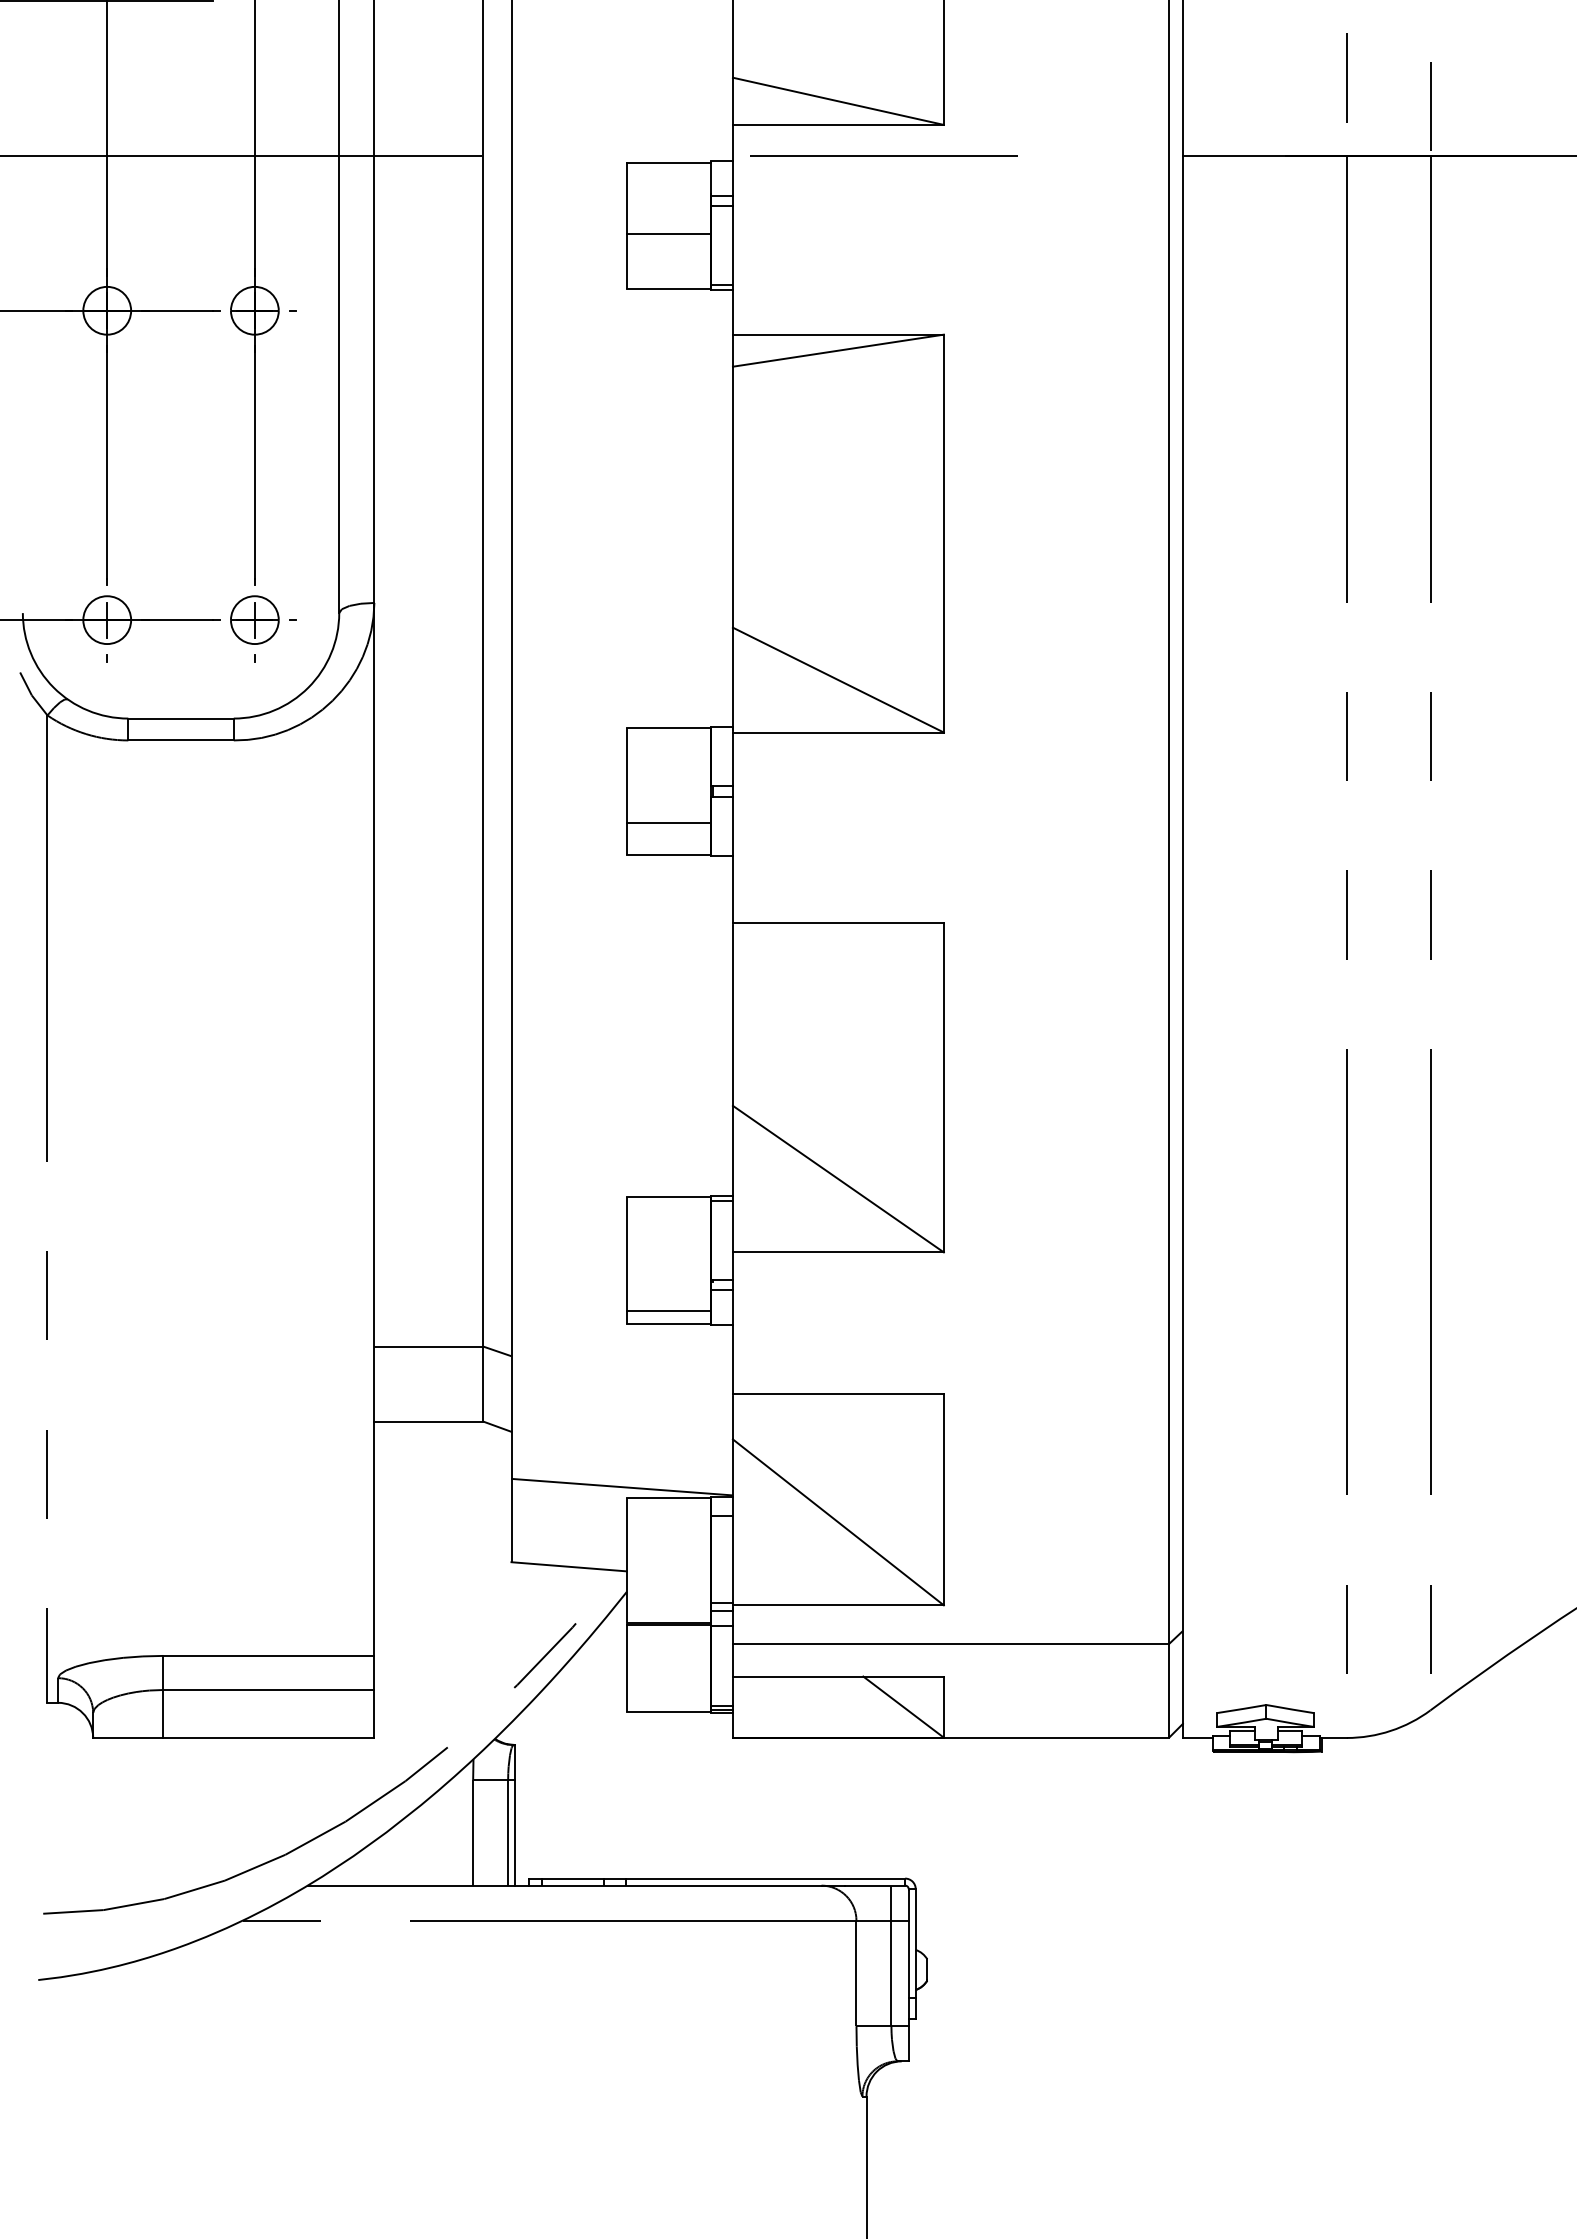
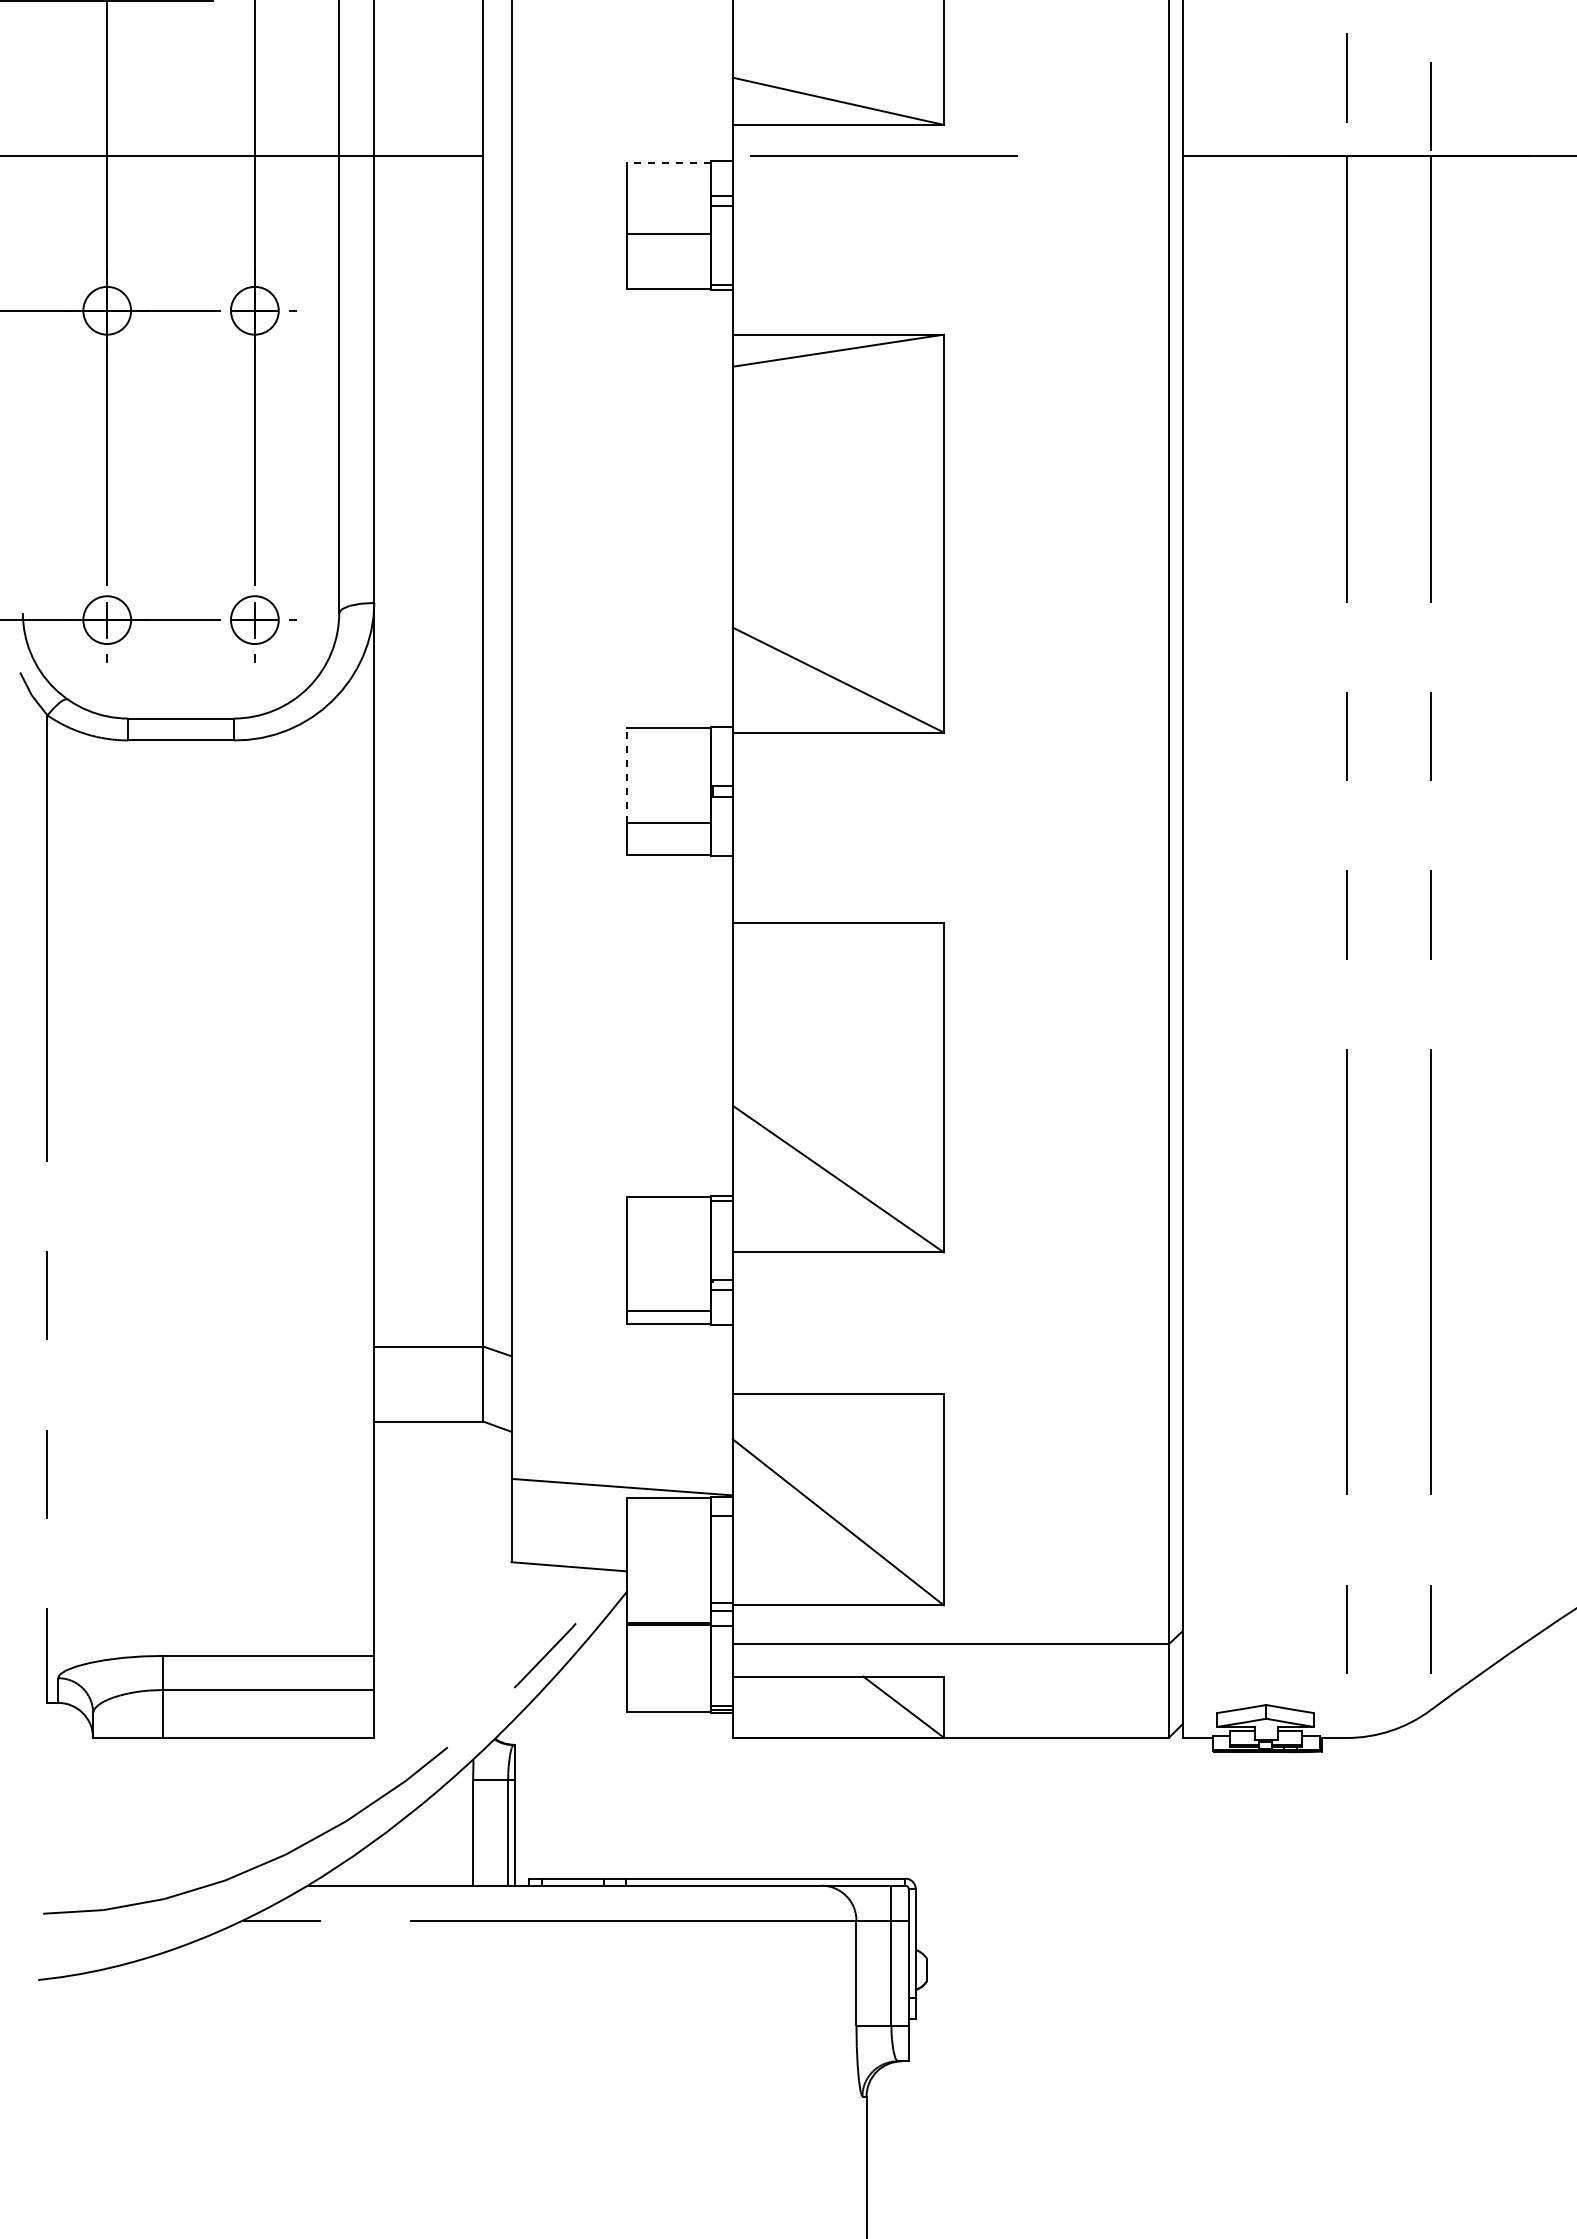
line at (668, 162): solid -> dashed
line at (626, 775): solid -> dashed
